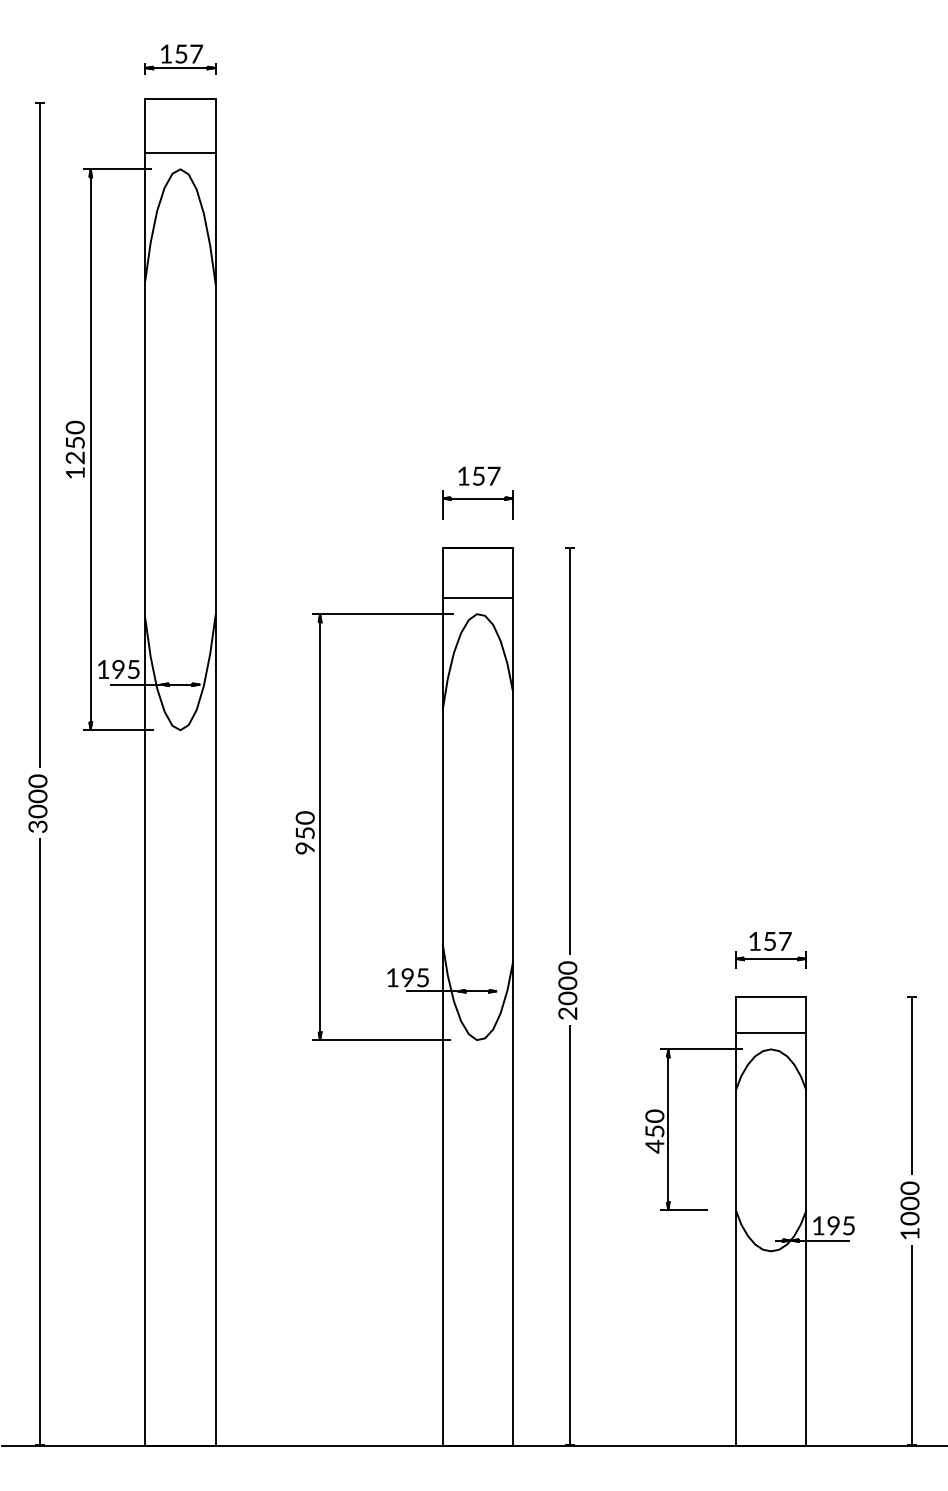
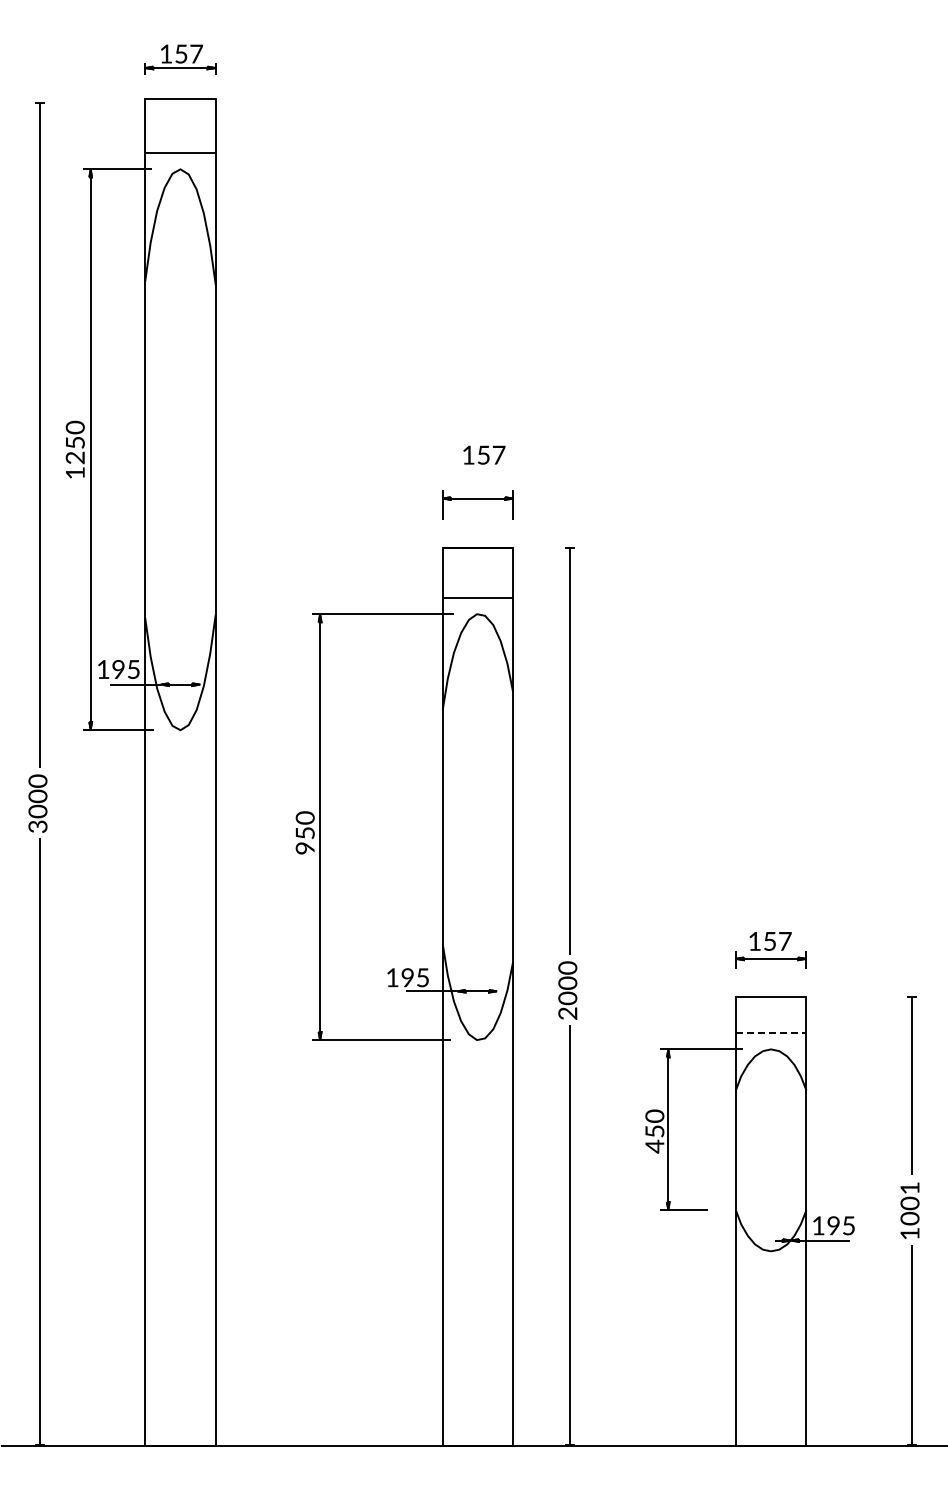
text at (479, 475) position: (479, 475) -> (484, 454)
line at (771, 1033): solid -> dashed
text at (909, 1187): 1000 -> 1001
